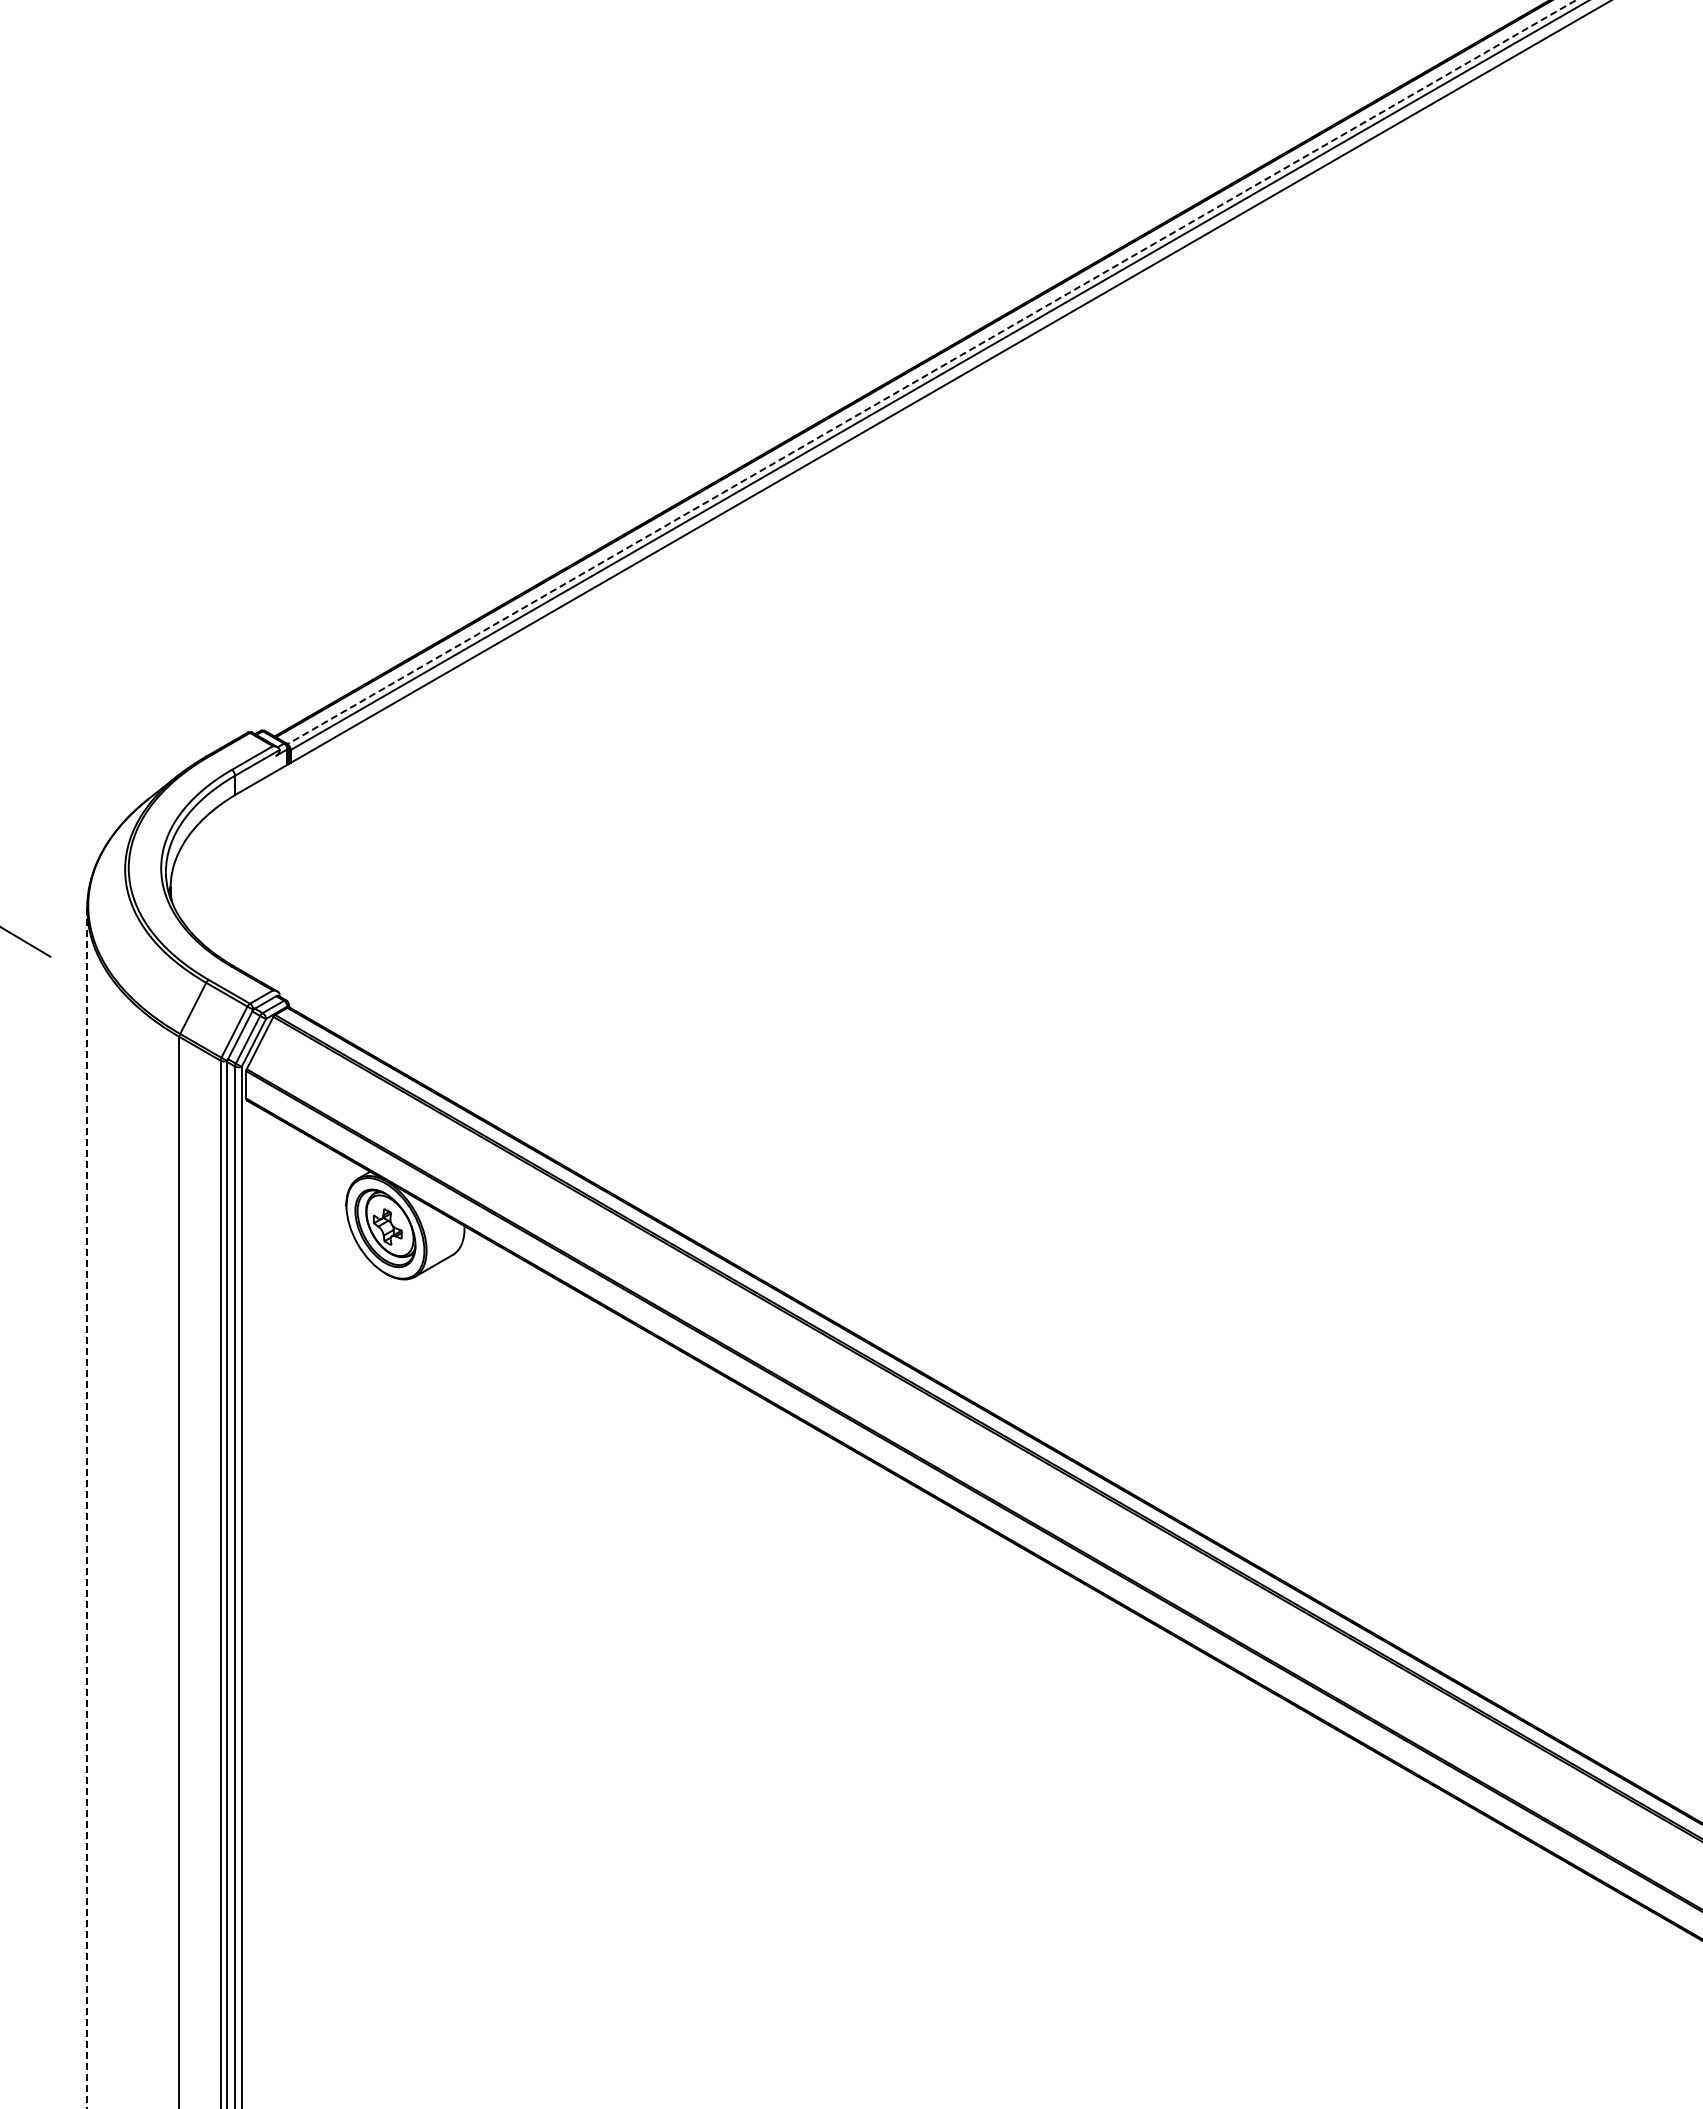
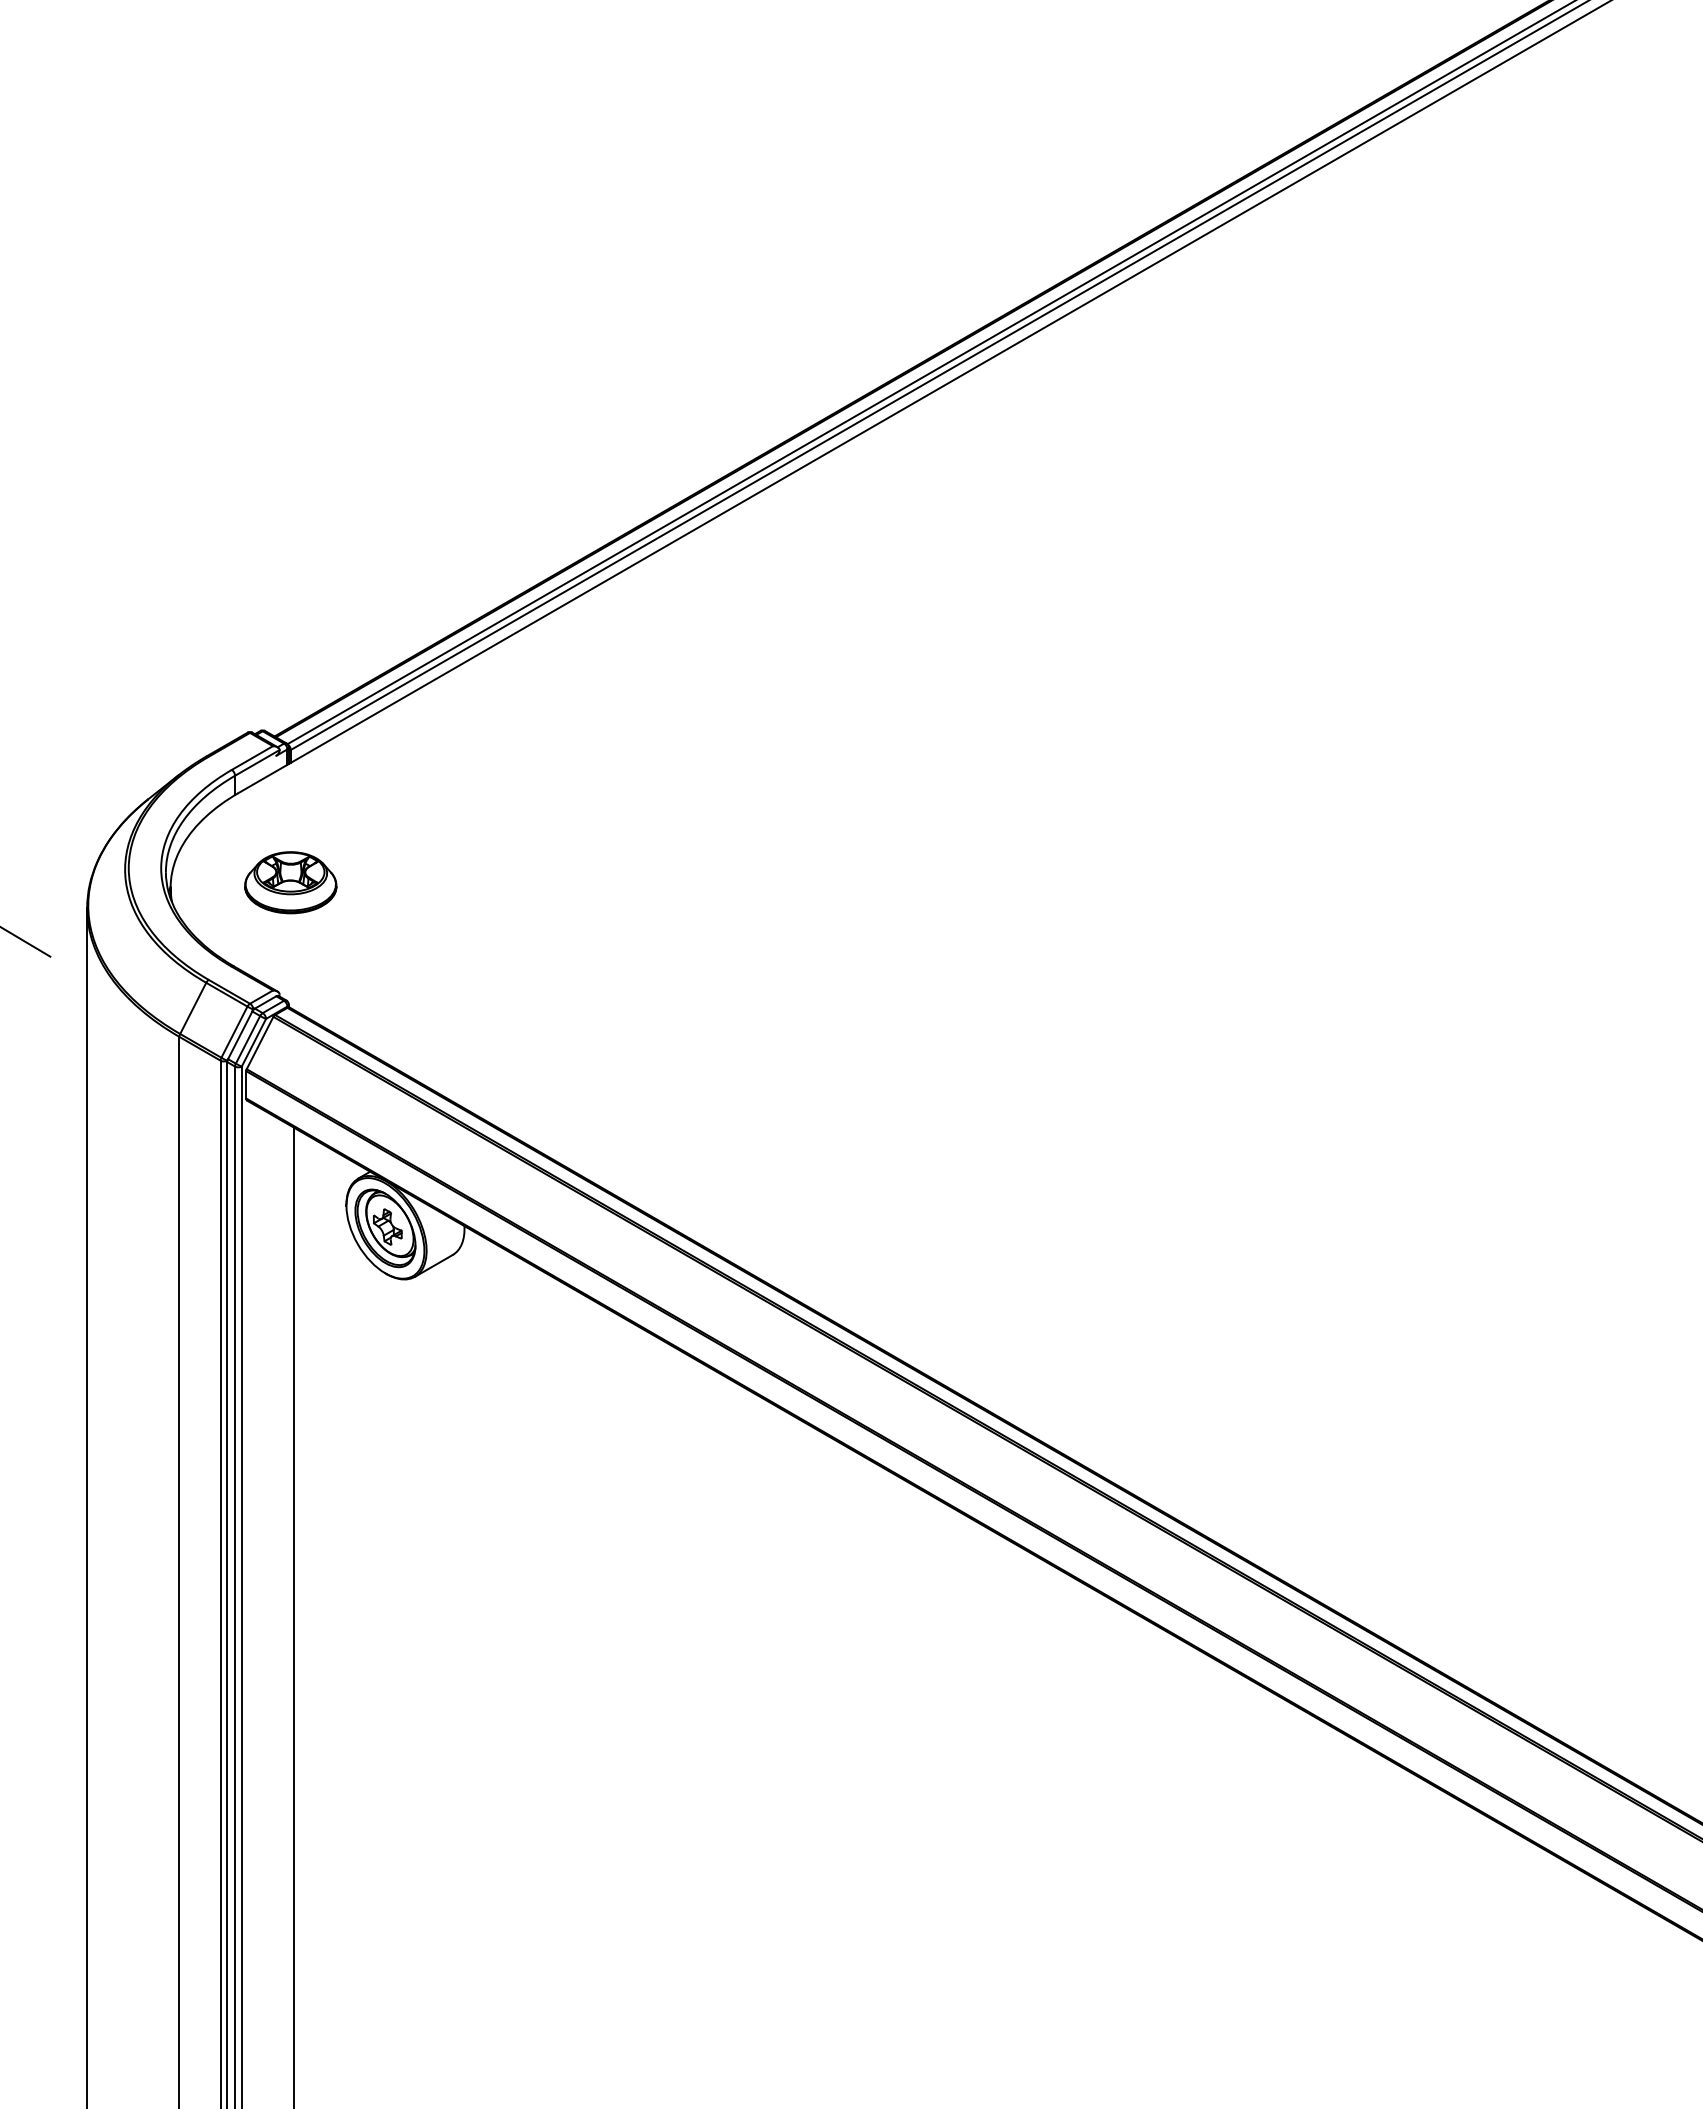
line at (931, 372): dashed -> solid
part at (290, 882): none -> present
line at (87, 1508): dashed -> solid
line at (293, 1616): none -> present
